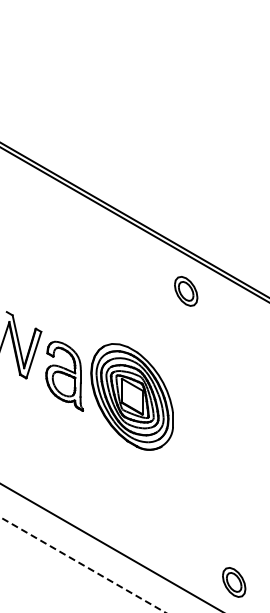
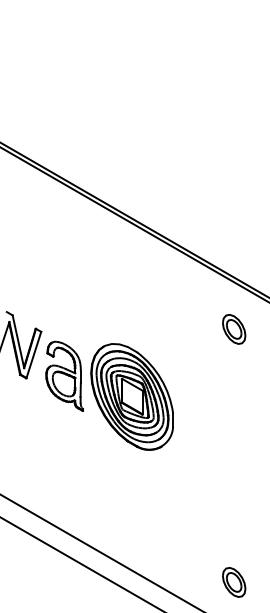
part at (186, 291) position: (186, 291) -> (234, 329)
line at (110, 546) position: (110, 546) -> (101, 552)
line at (82, 564): dashed -> solid
